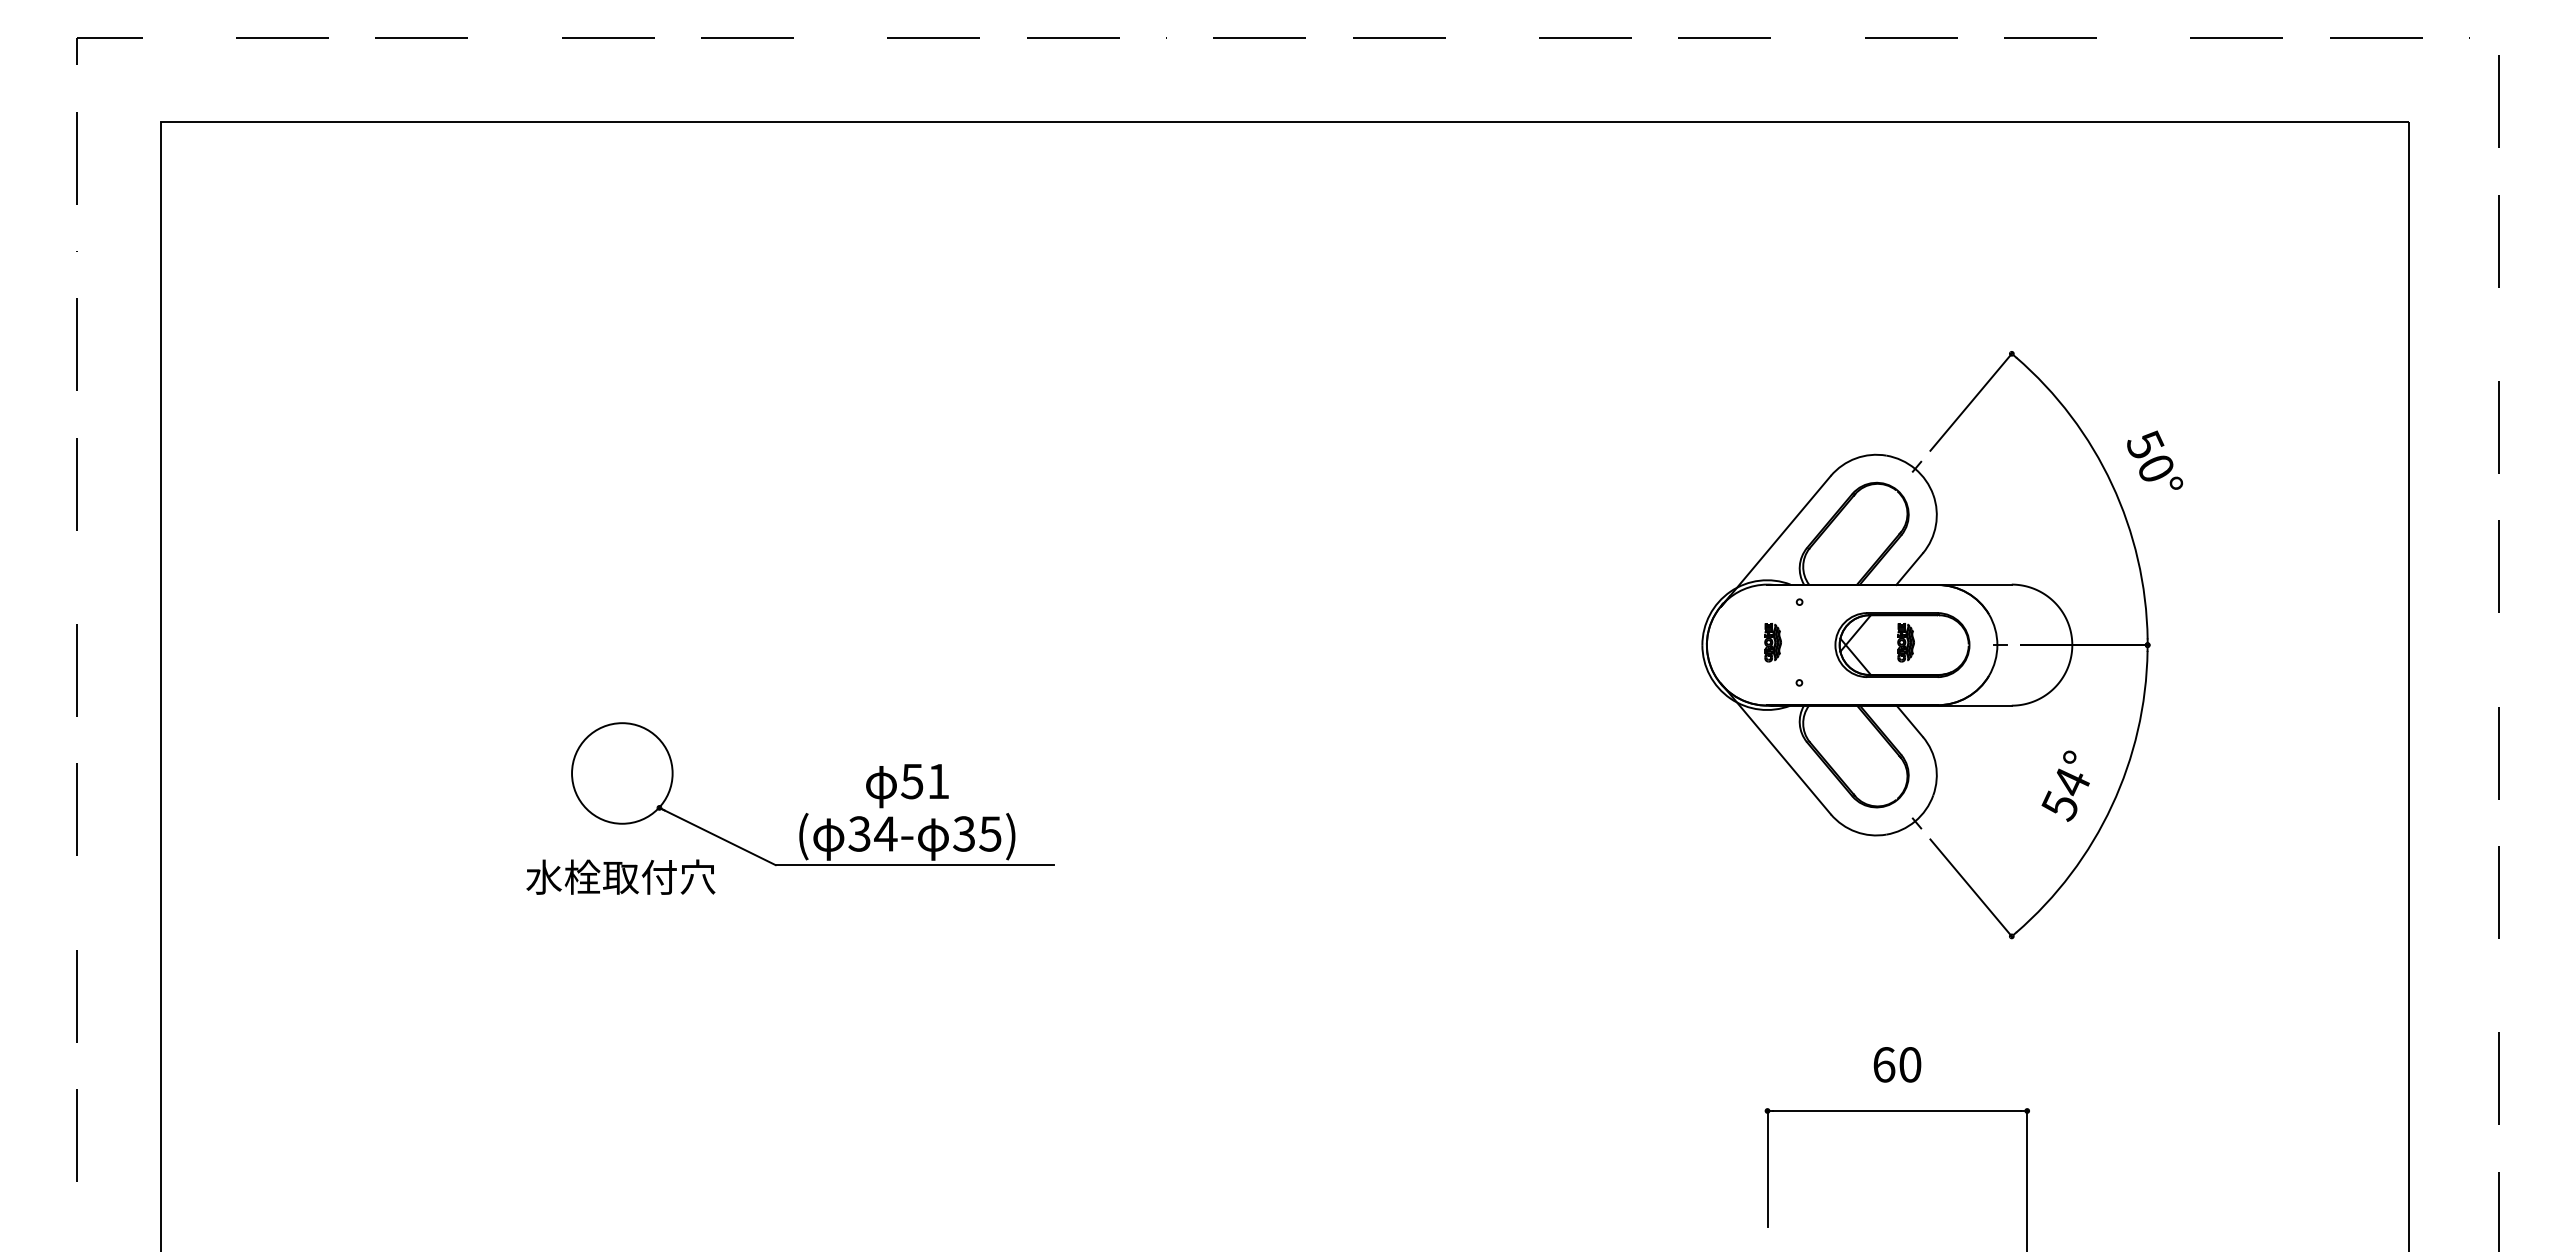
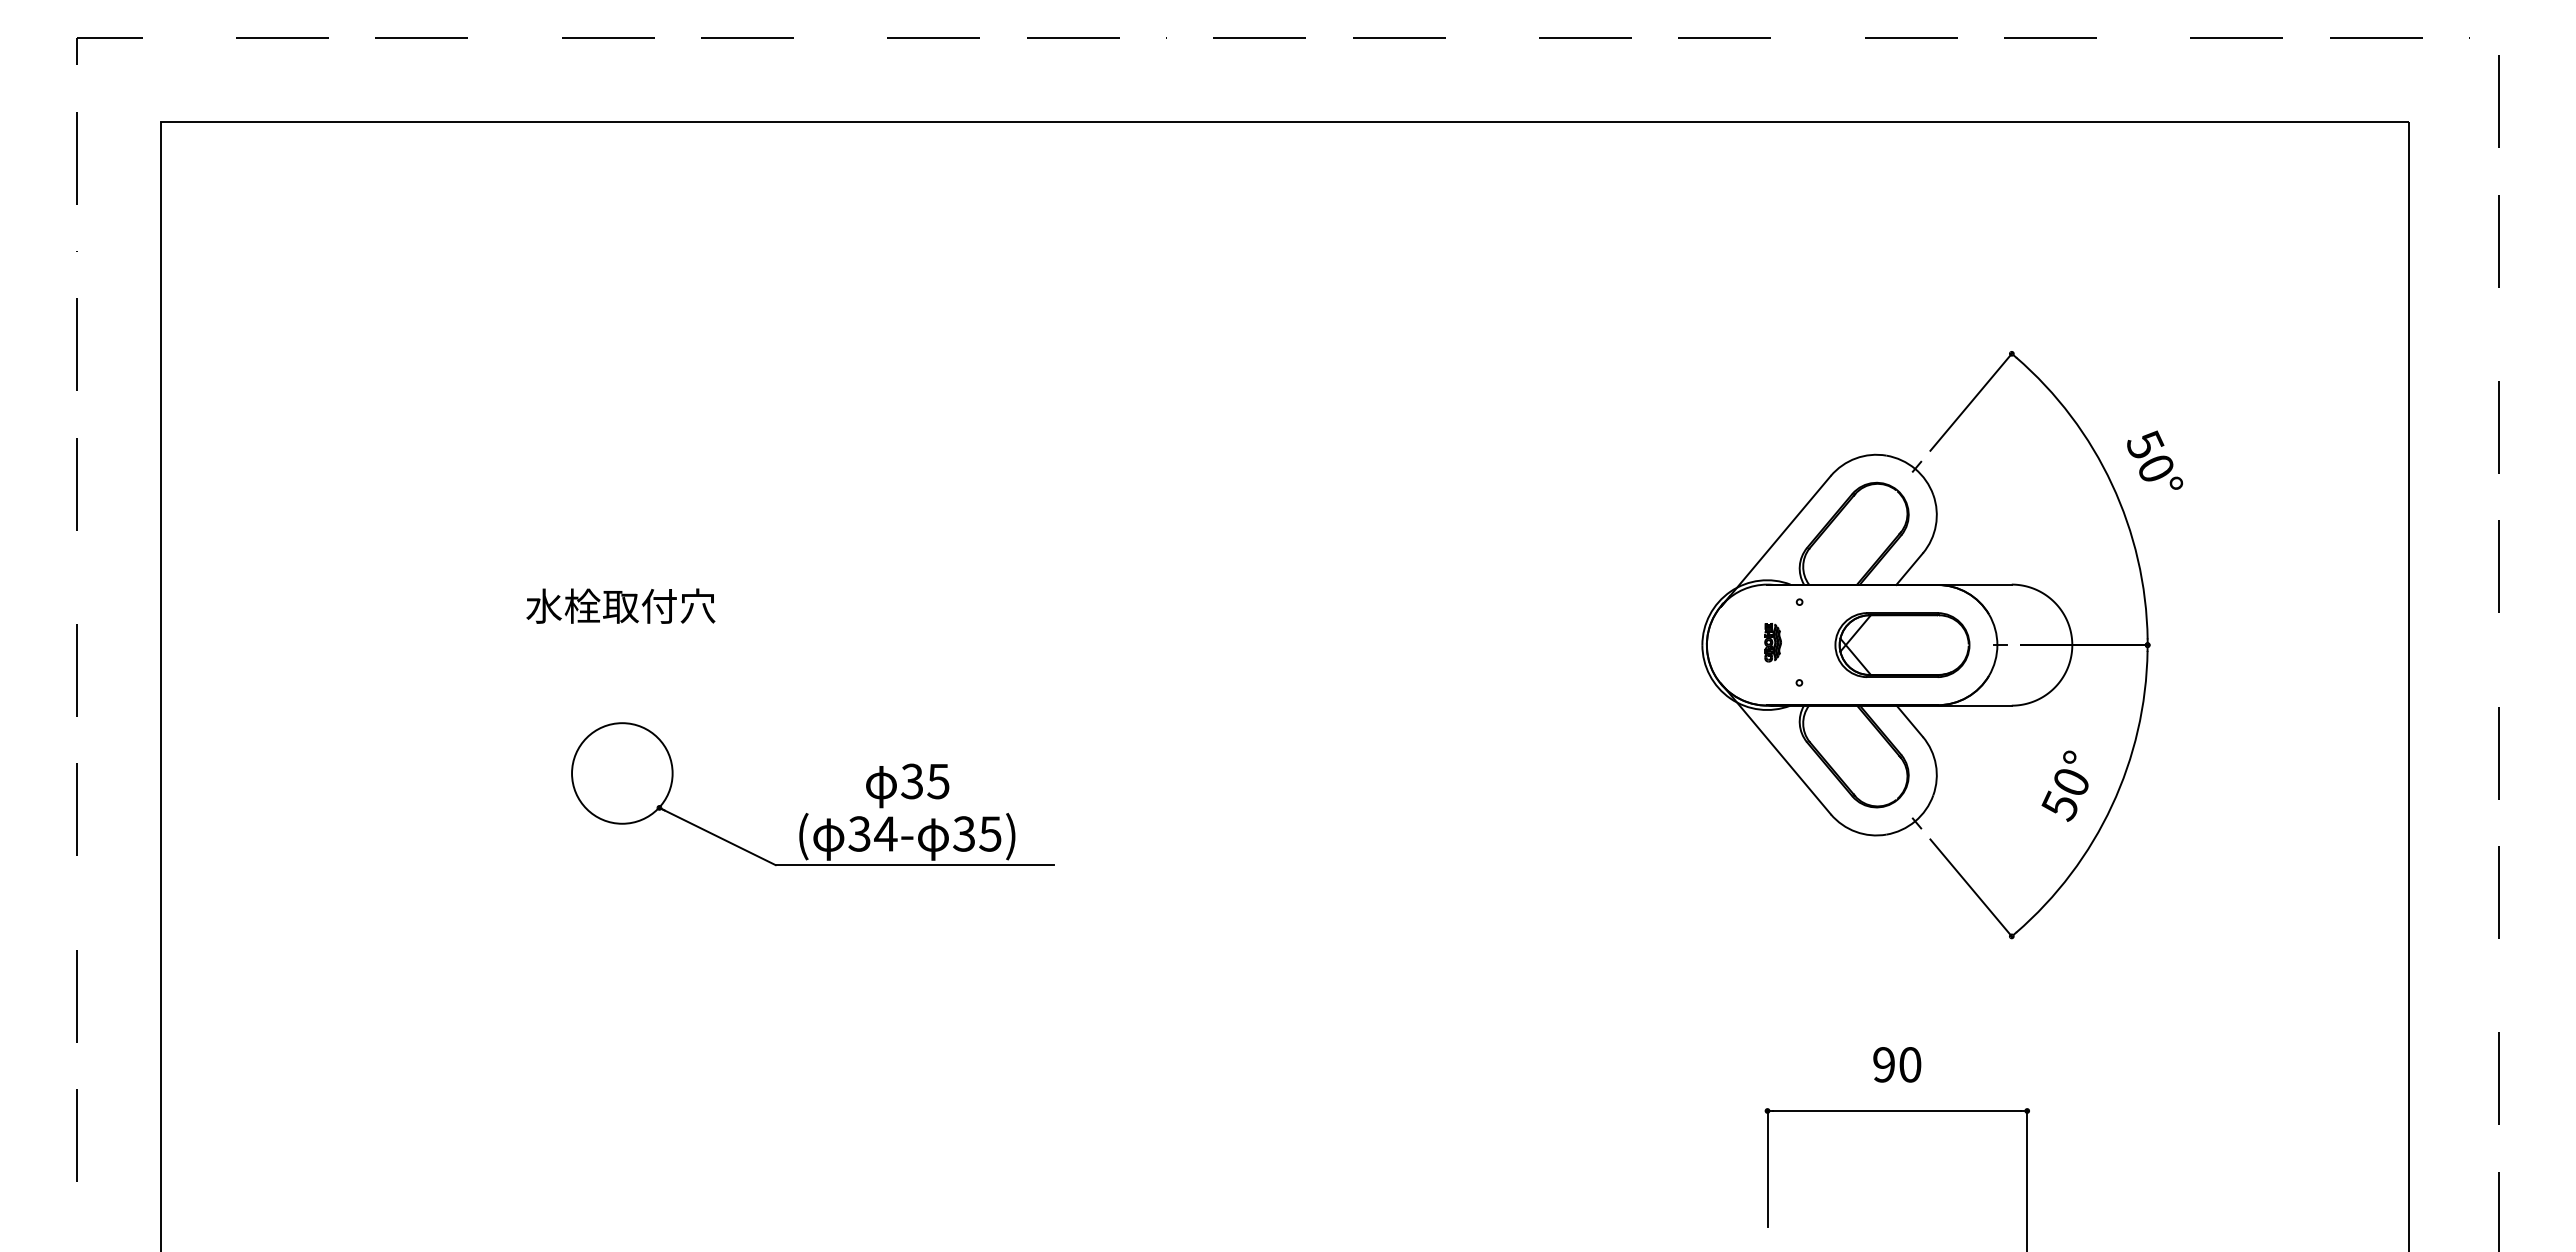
part at (1905, 642): present -> none
text at (925, 781): 51 -> 35
text at (2071, 782): 54° -> 50°
text at (620, 876) position: (620, 876) -> (620, 605)
text at (1884, 1064): 60 -> 90
